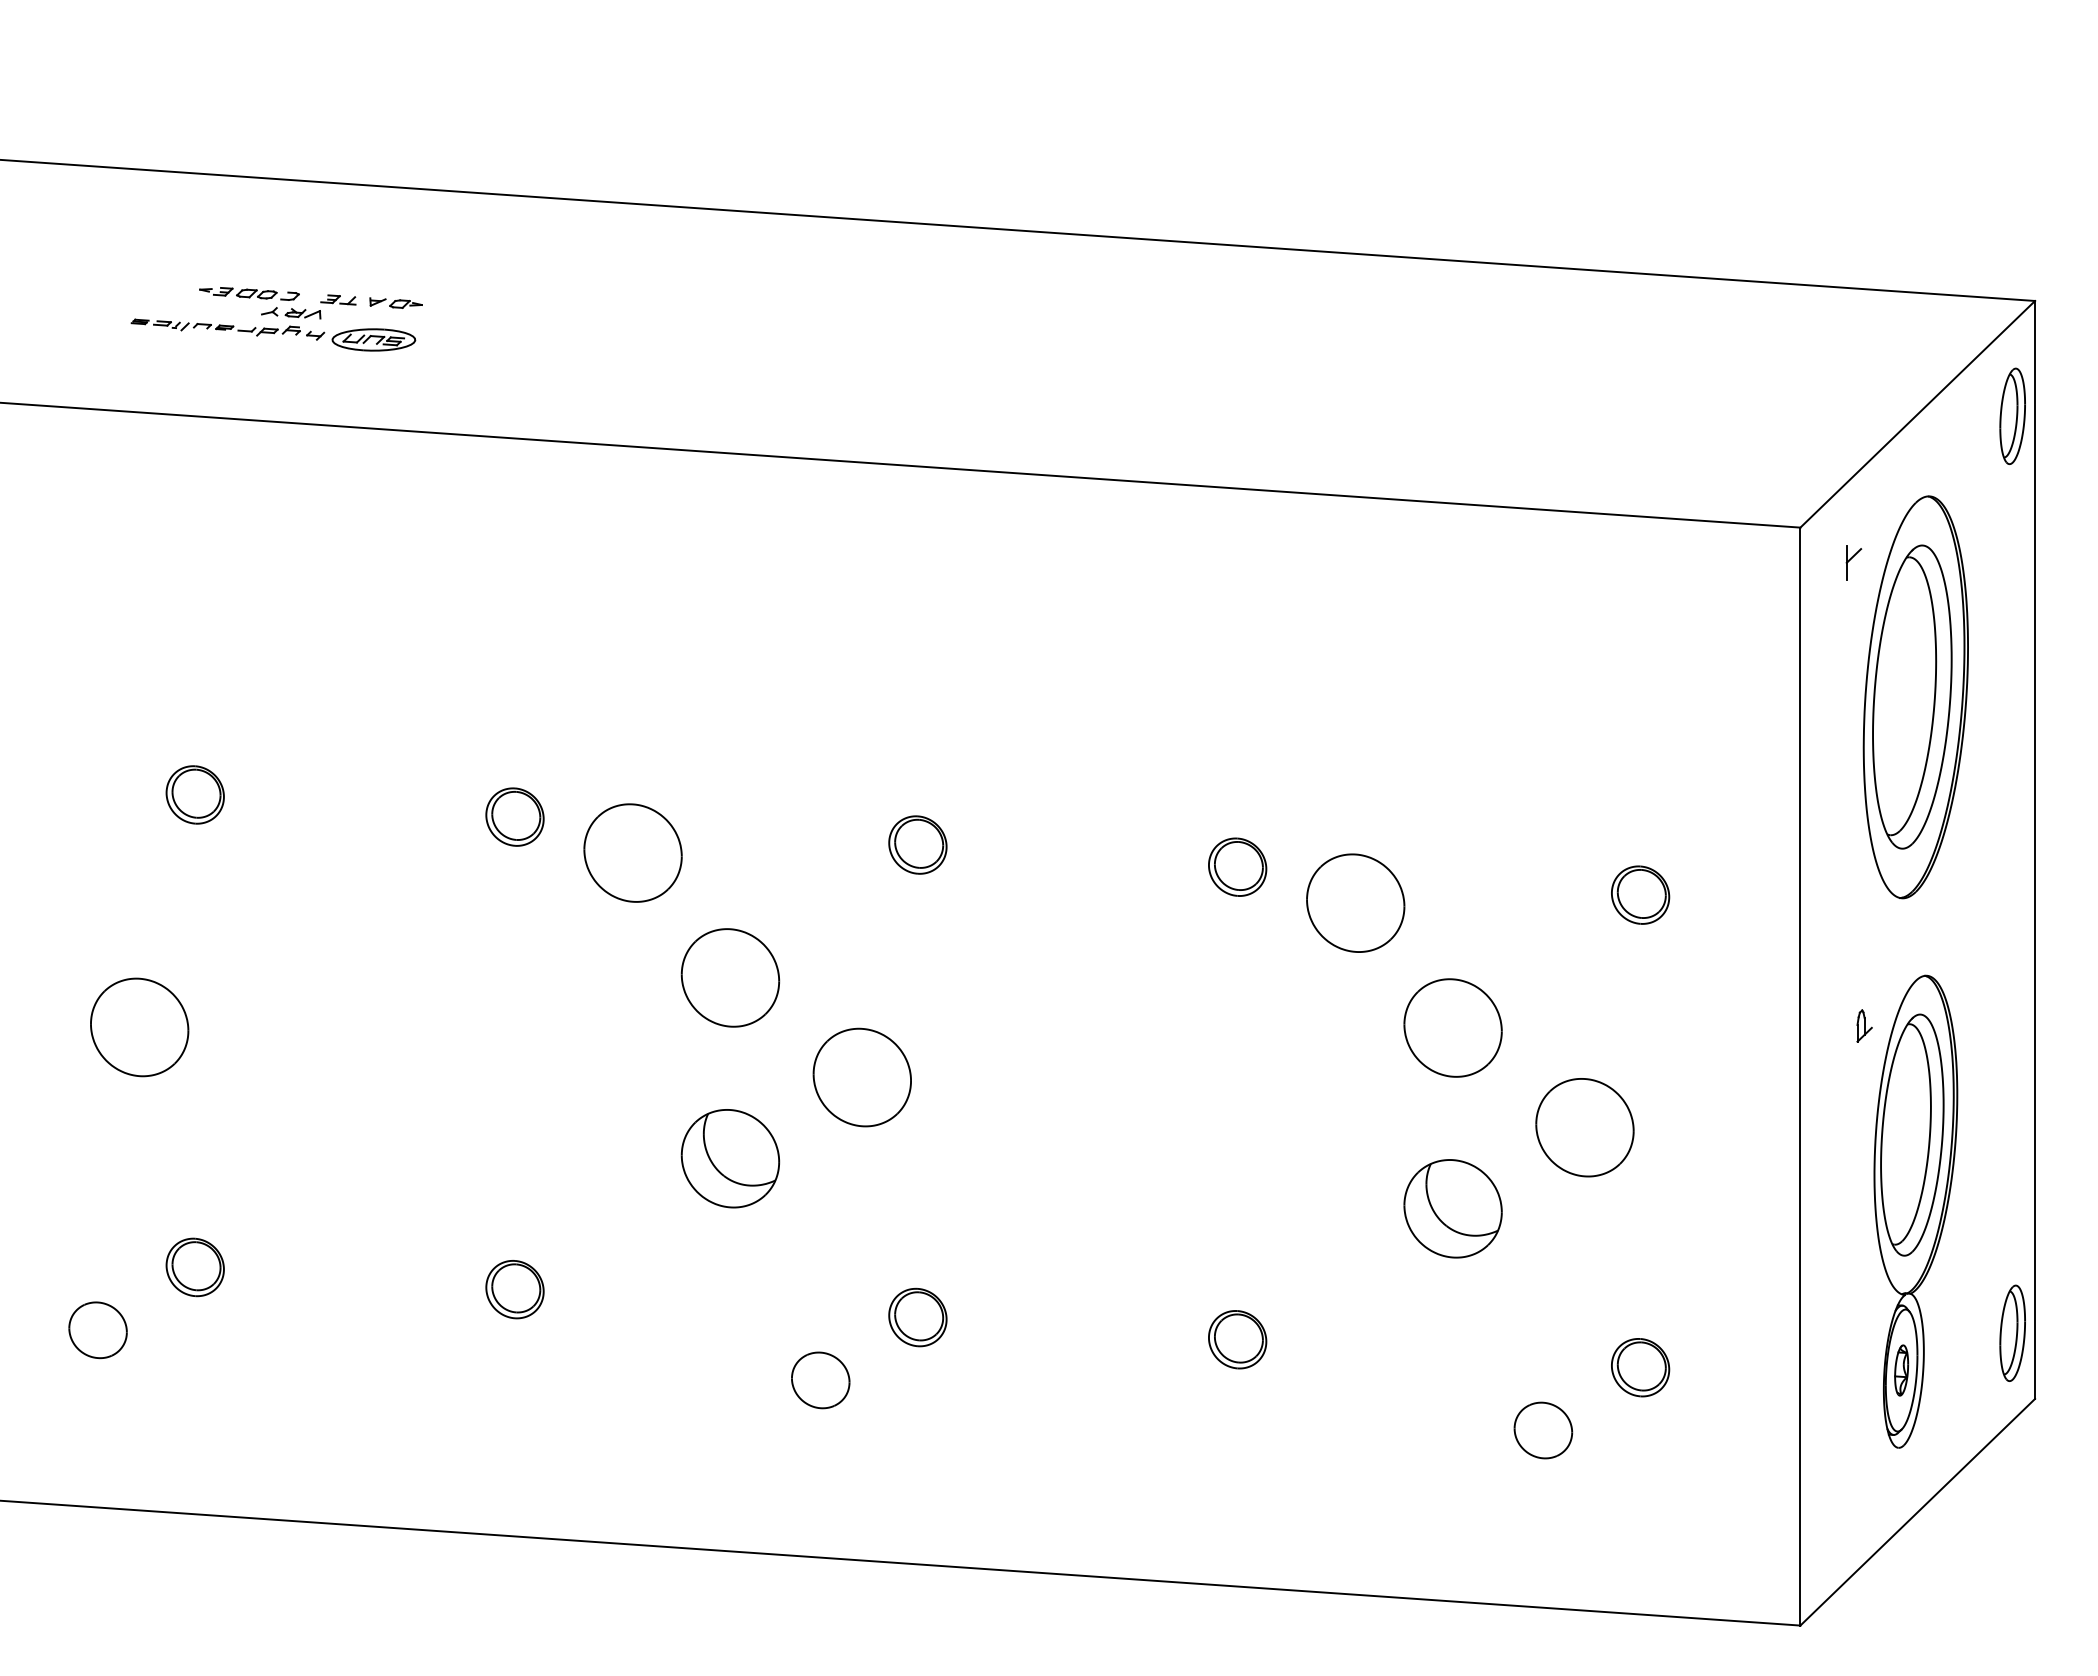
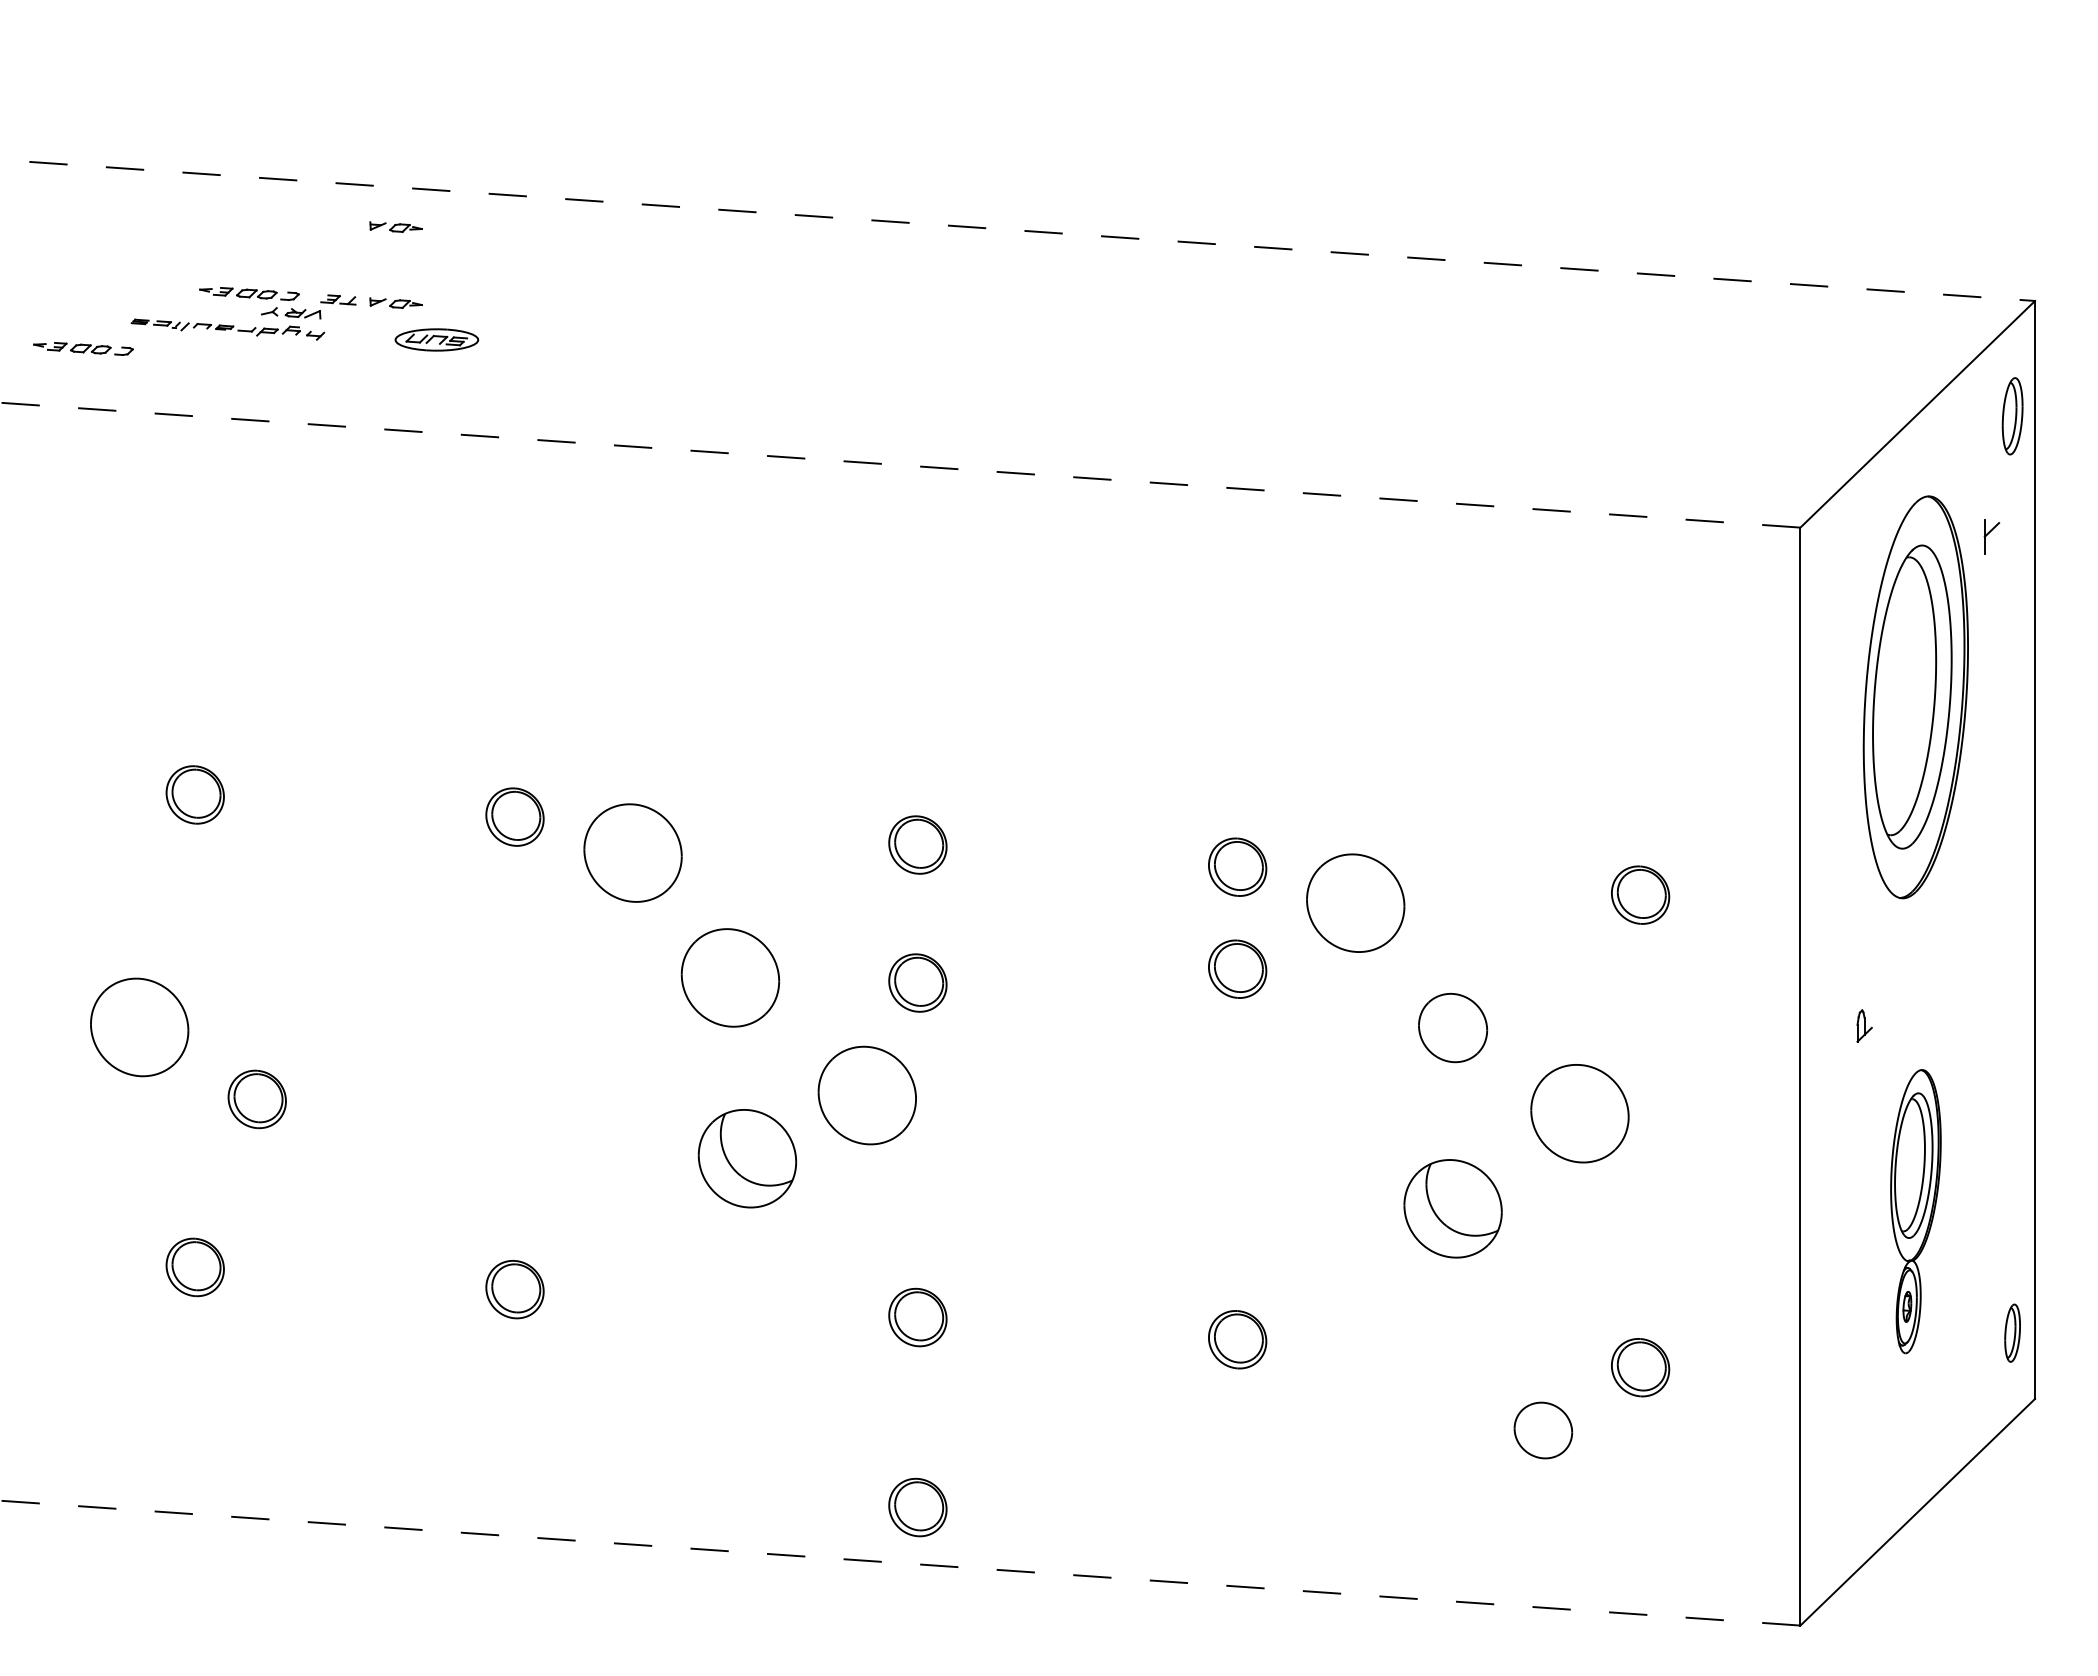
part at (395, 226): none -> present
line at (1017, 230): solid -> dashed
part at (373, 339) position: (373, 339) -> (436, 339)
part at (83, 348): none -> present
part at (2012, 415) size: 27x98 px -> 23x79 px
line at (900, 465): solid -> dashed
part at (1853, 562) position: (1853, 562) -> (1991, 536)
part at (1237, 968): none -> present
part at (917, 982): none -> present
part at (1452, 1027) size: 100x100 px -> 71x71 px
part at (861, 1077) position: (861, 1077) -> (866, 1095)
part at (256, 1099): none -> present
part at (1584, 1127) position: (1584, 1127) -> (1579, 1113)
part at (730, 1158) position: (730, 1158) -> (747, 1158)
part at (1915, 1211) size: 86x475 px -> 52x286 px
part at (97, 1330): present -> none
part at (2012, 1332) size: 27x98 px -> 17x60 px
part at (820, 1380): present -> none
part at (917, 1507): none -> present
line at (900, 1563): solid -> dashed
